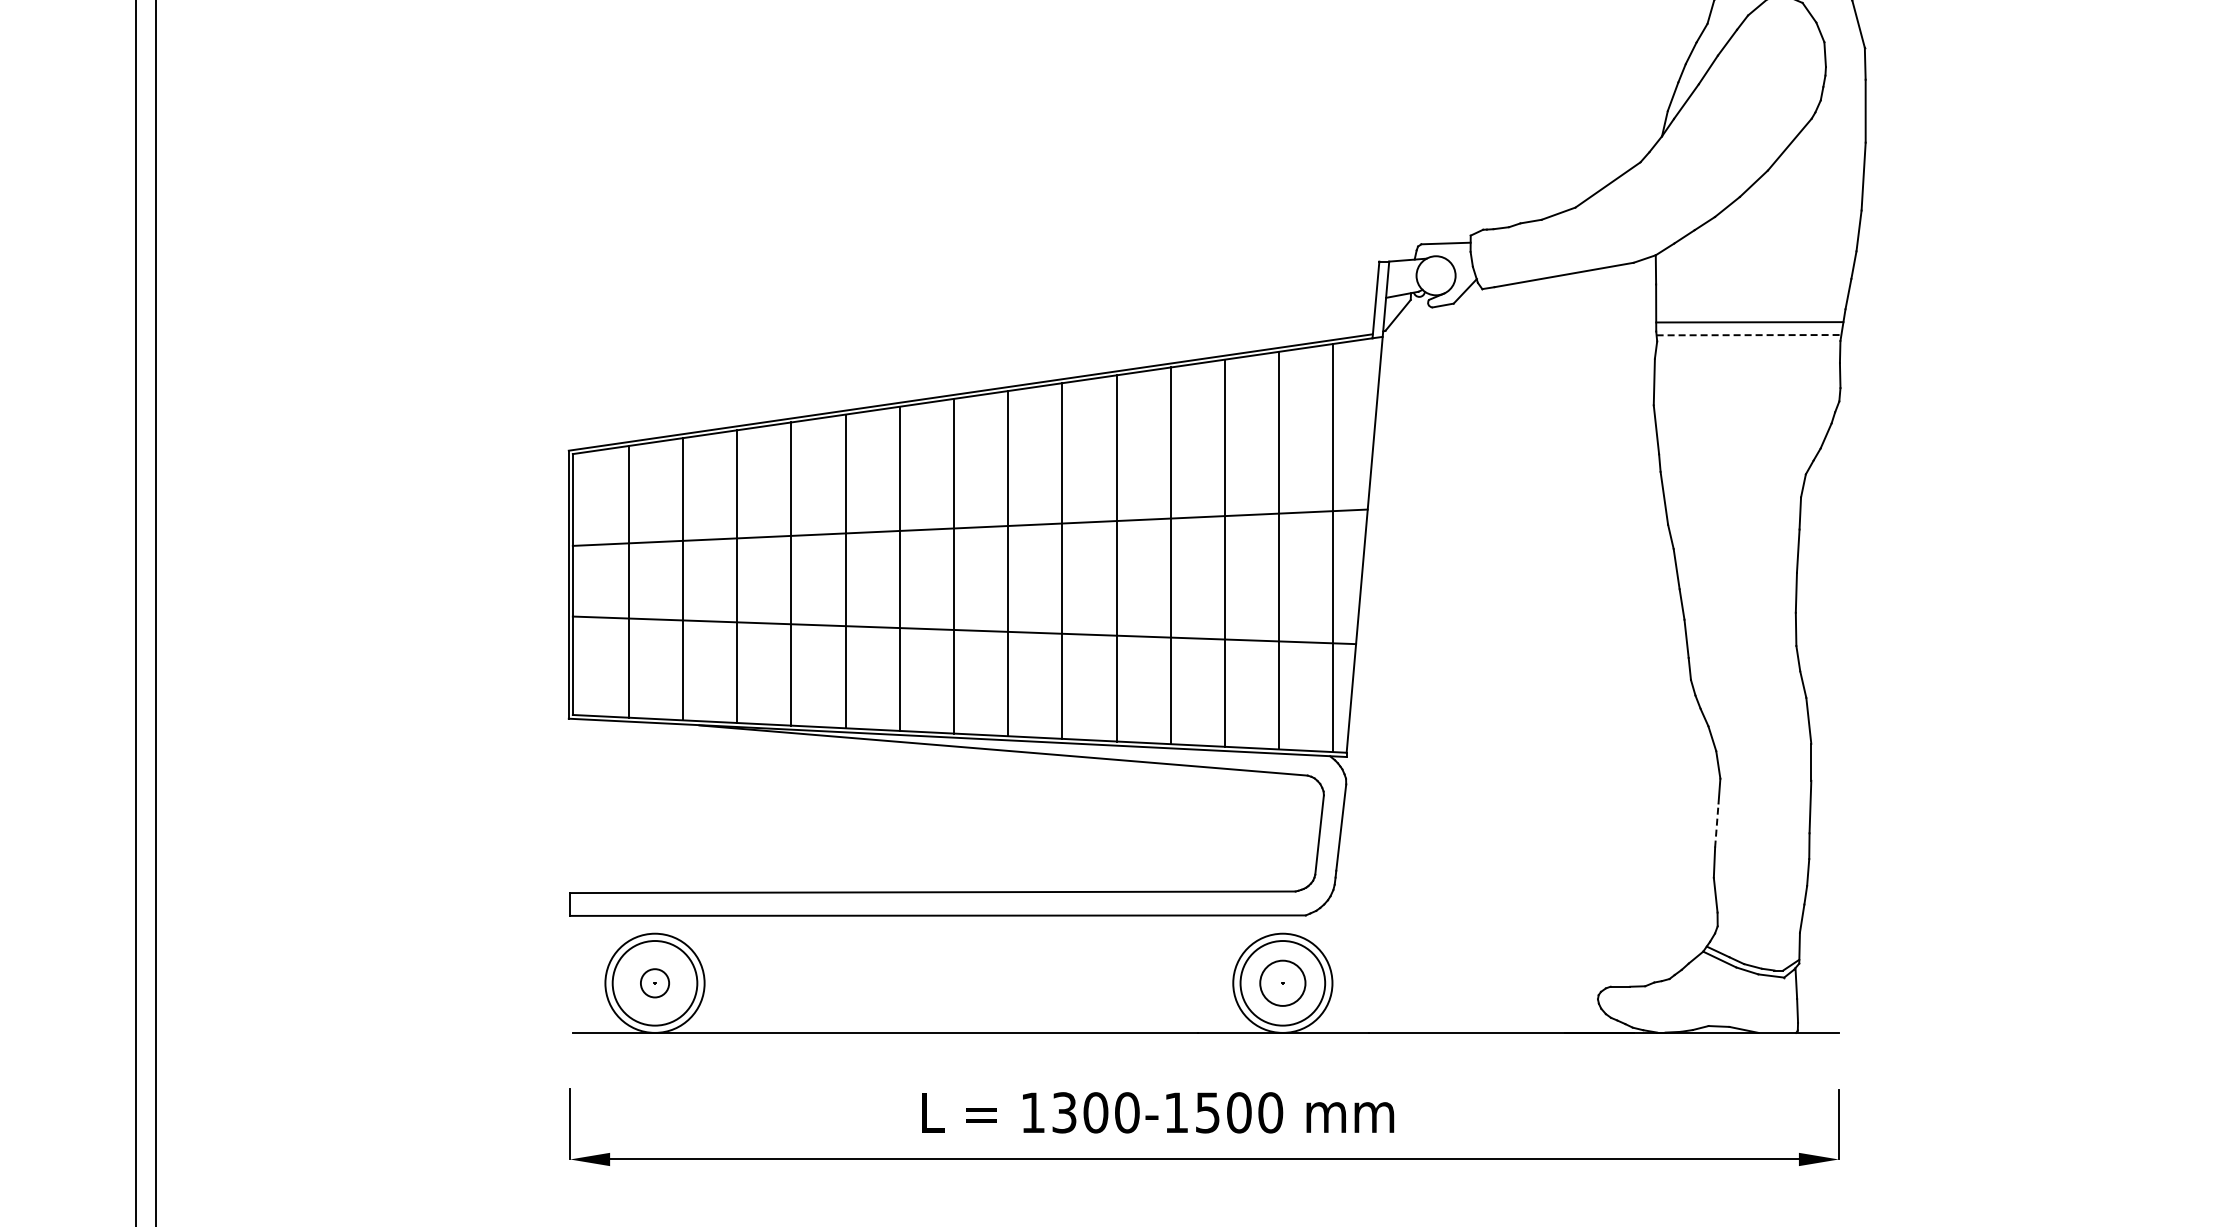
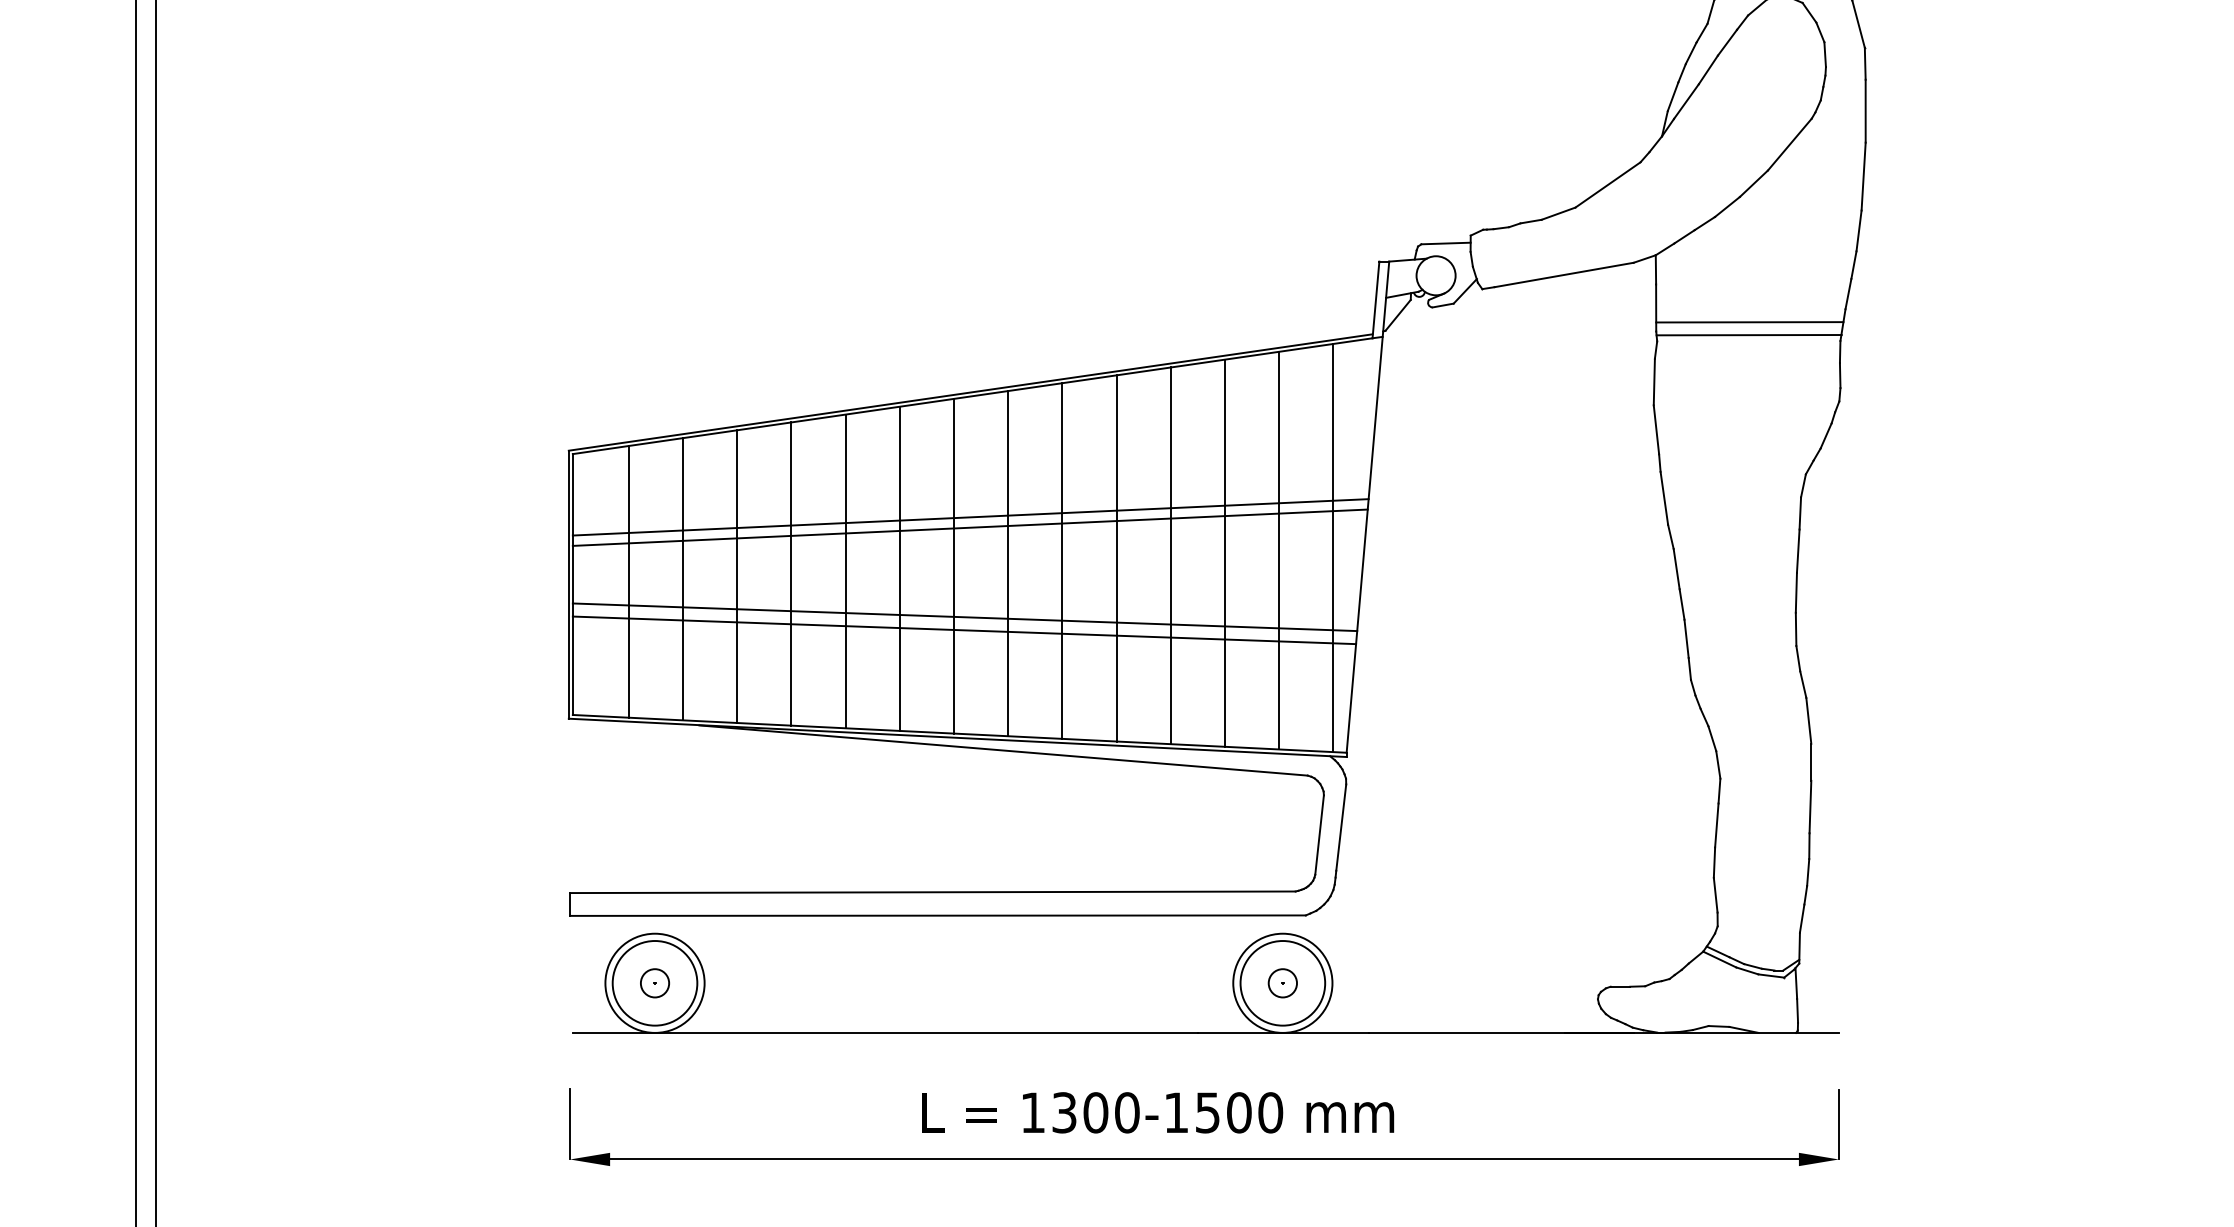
line at (1749, 335): dashed -> solid
line at (970, 517): none -> present
line at (964, 617): none -> present
line at (1716, 825): dashed -> solid
circle at (1282, 982) diameter: 45 px -> 28 px
